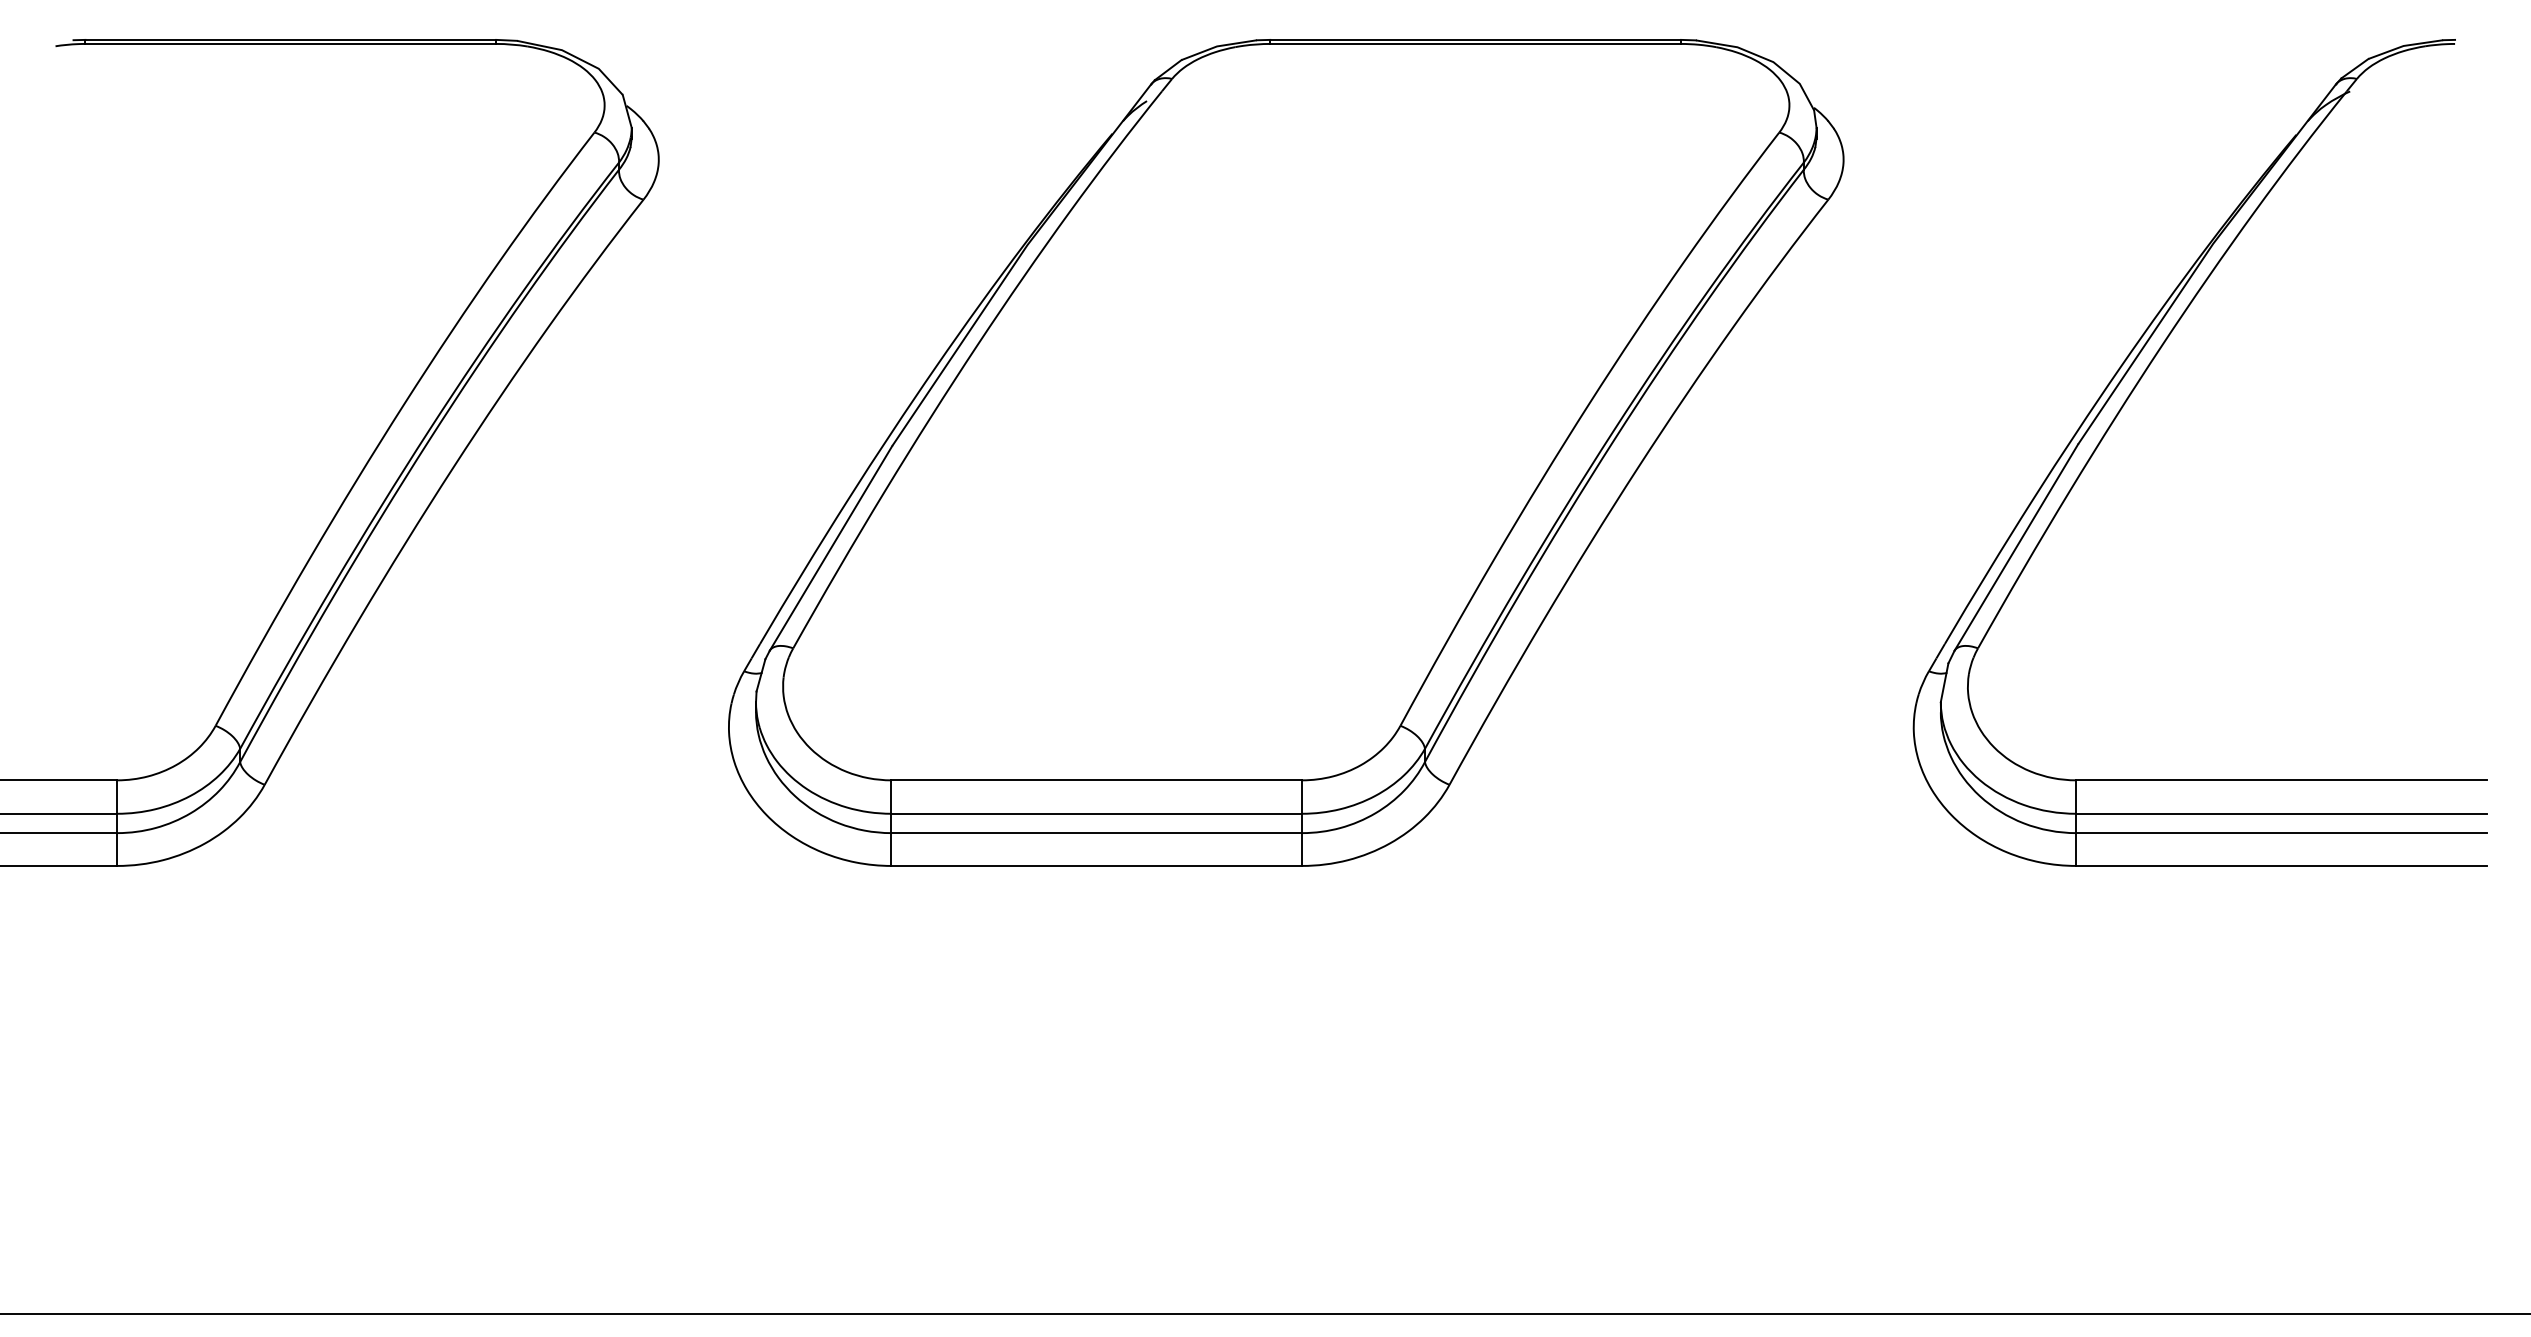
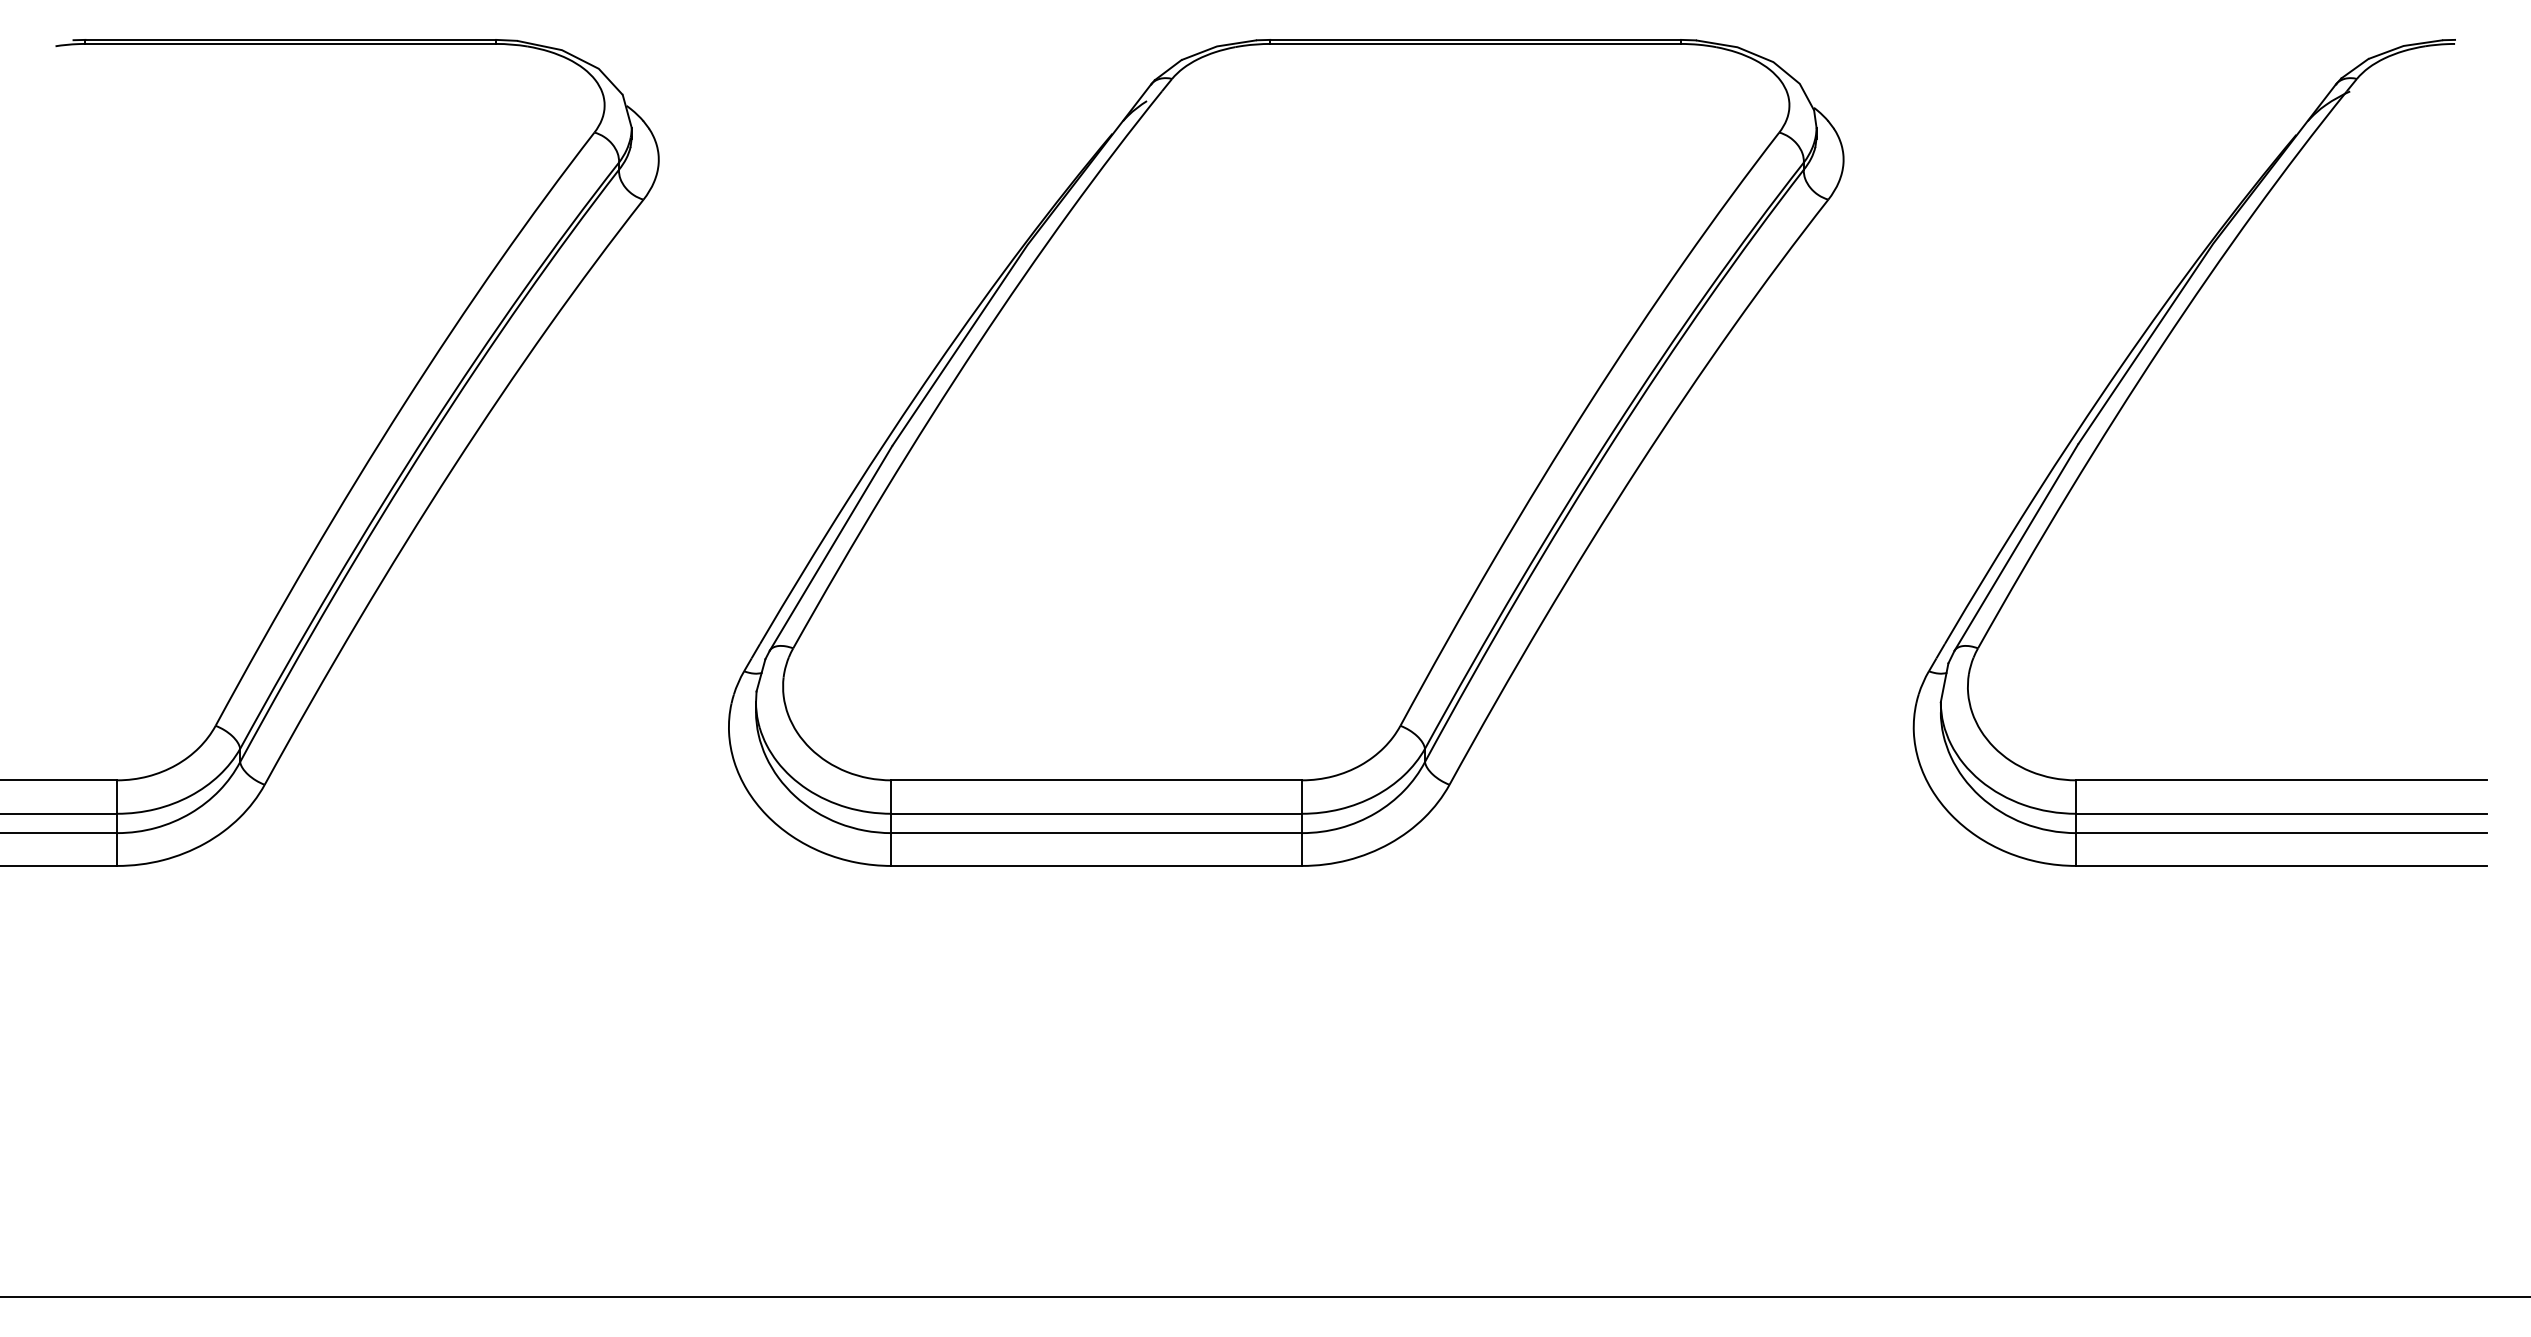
line at (1264, 1314) position: (1264, 1314) -> (1264, 1297)
